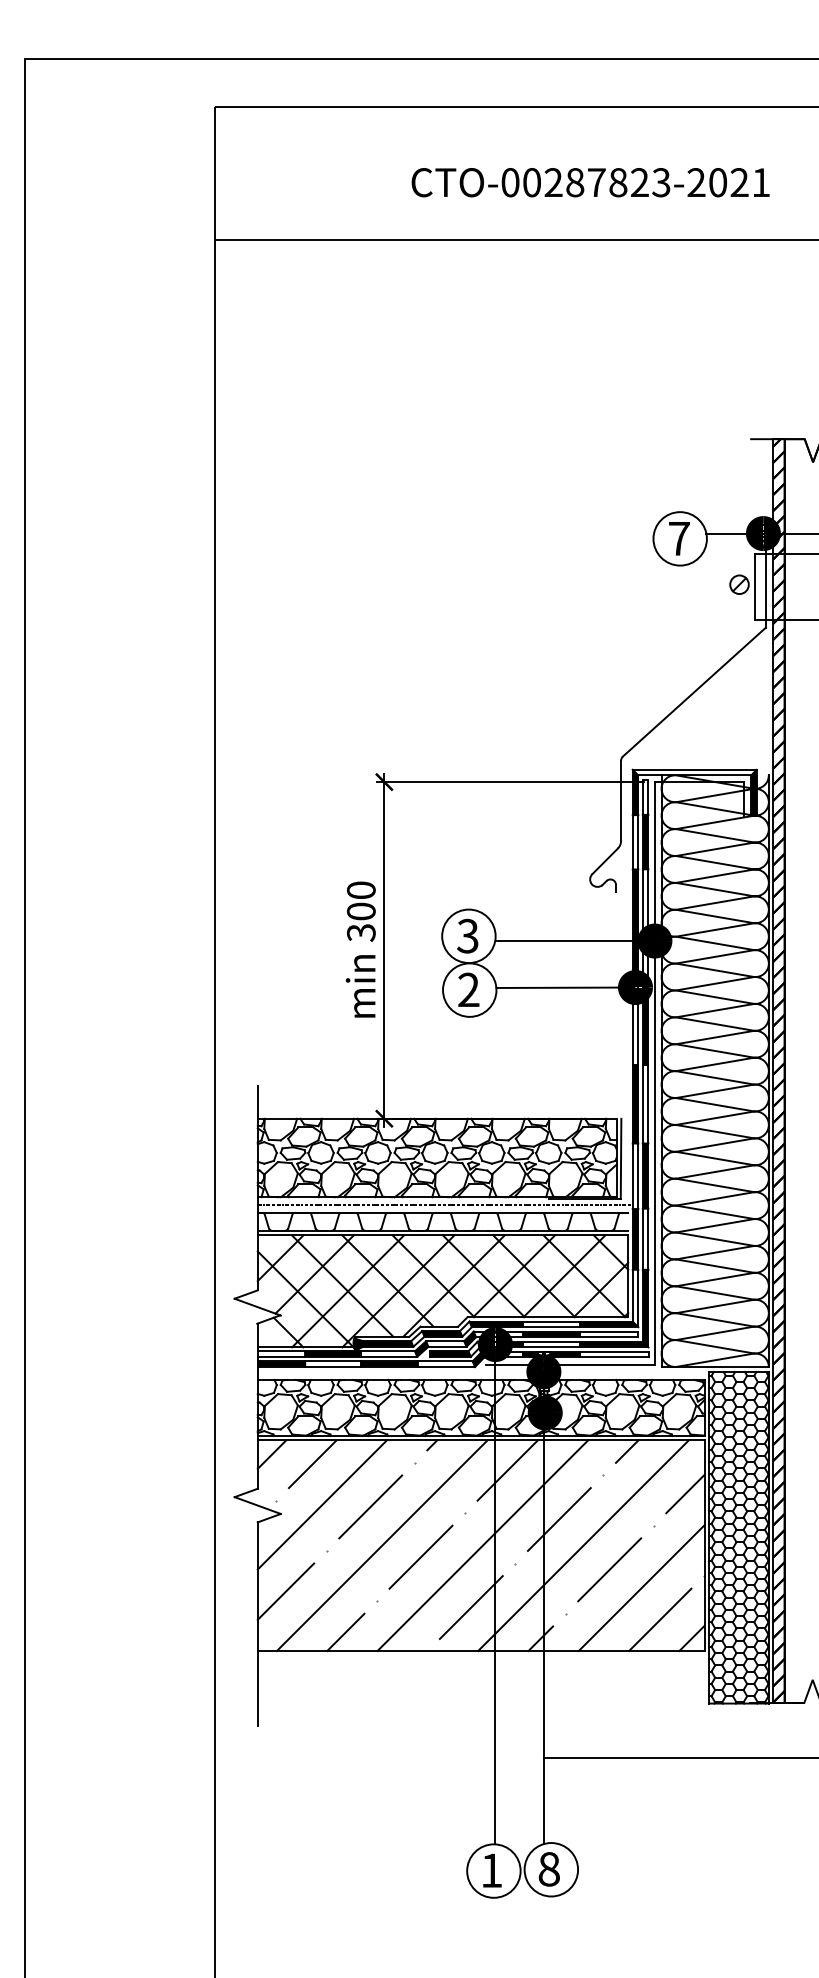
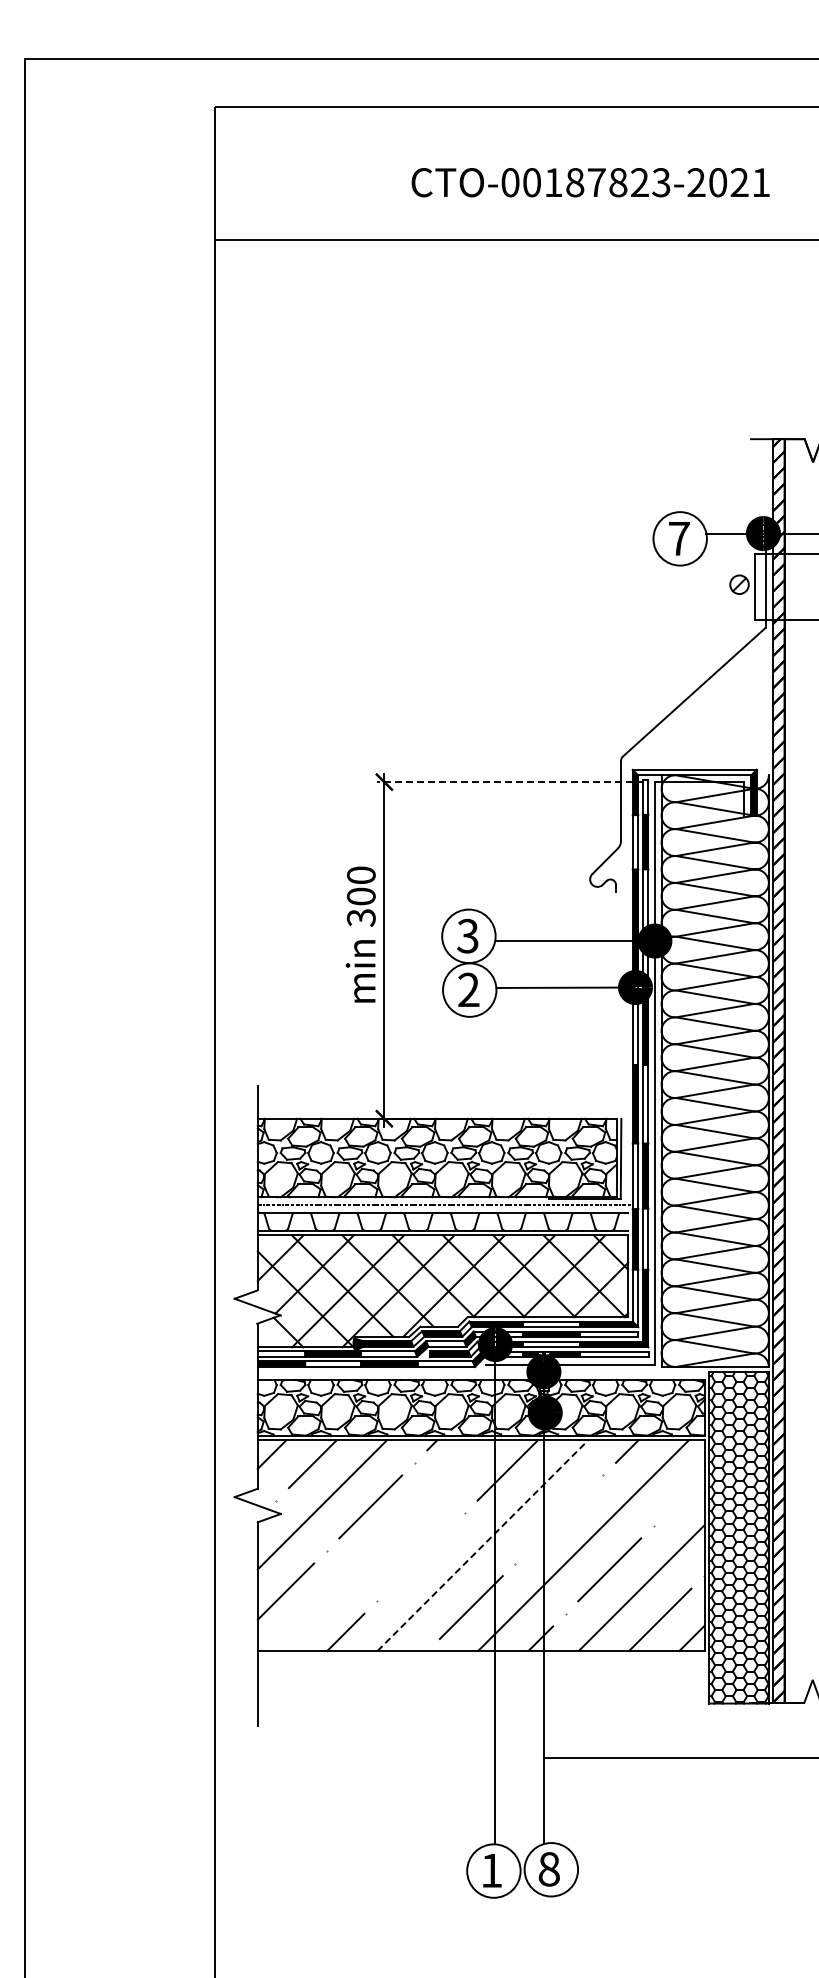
text at (553, 182): -00287823-2021 -> -00187823-2021
line at (510, 782): solid -> dashed
text at (360, 949) position: (360, 949) -> (360, 934)
line at (685, 1493): present -> none
line at (558, 1519): present -> none
line at (381, 1545): present -> none
line at (482, 1545): solid -> dashed
line at (420, 1556): present -> none
